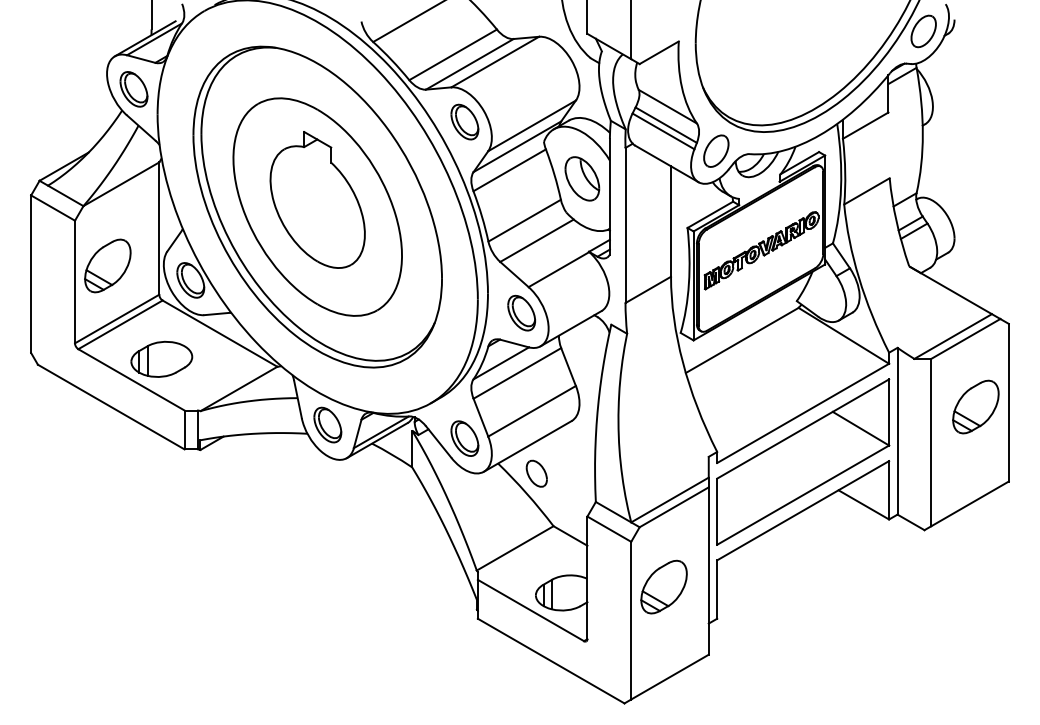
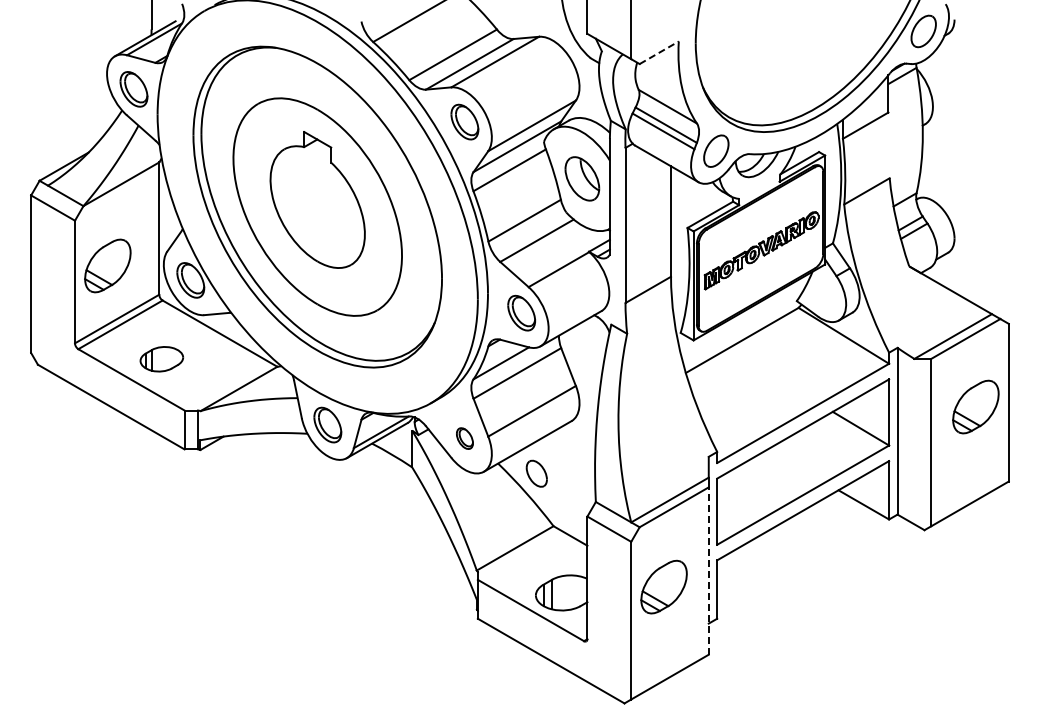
line at (659, 52): solid -> dashed
part at (161, 358) size: 64x38 px -> 46x27 px
part at (464, 438) size: 30x37 px -> 18x23 px
line at (708, 571): solid -> dashed
